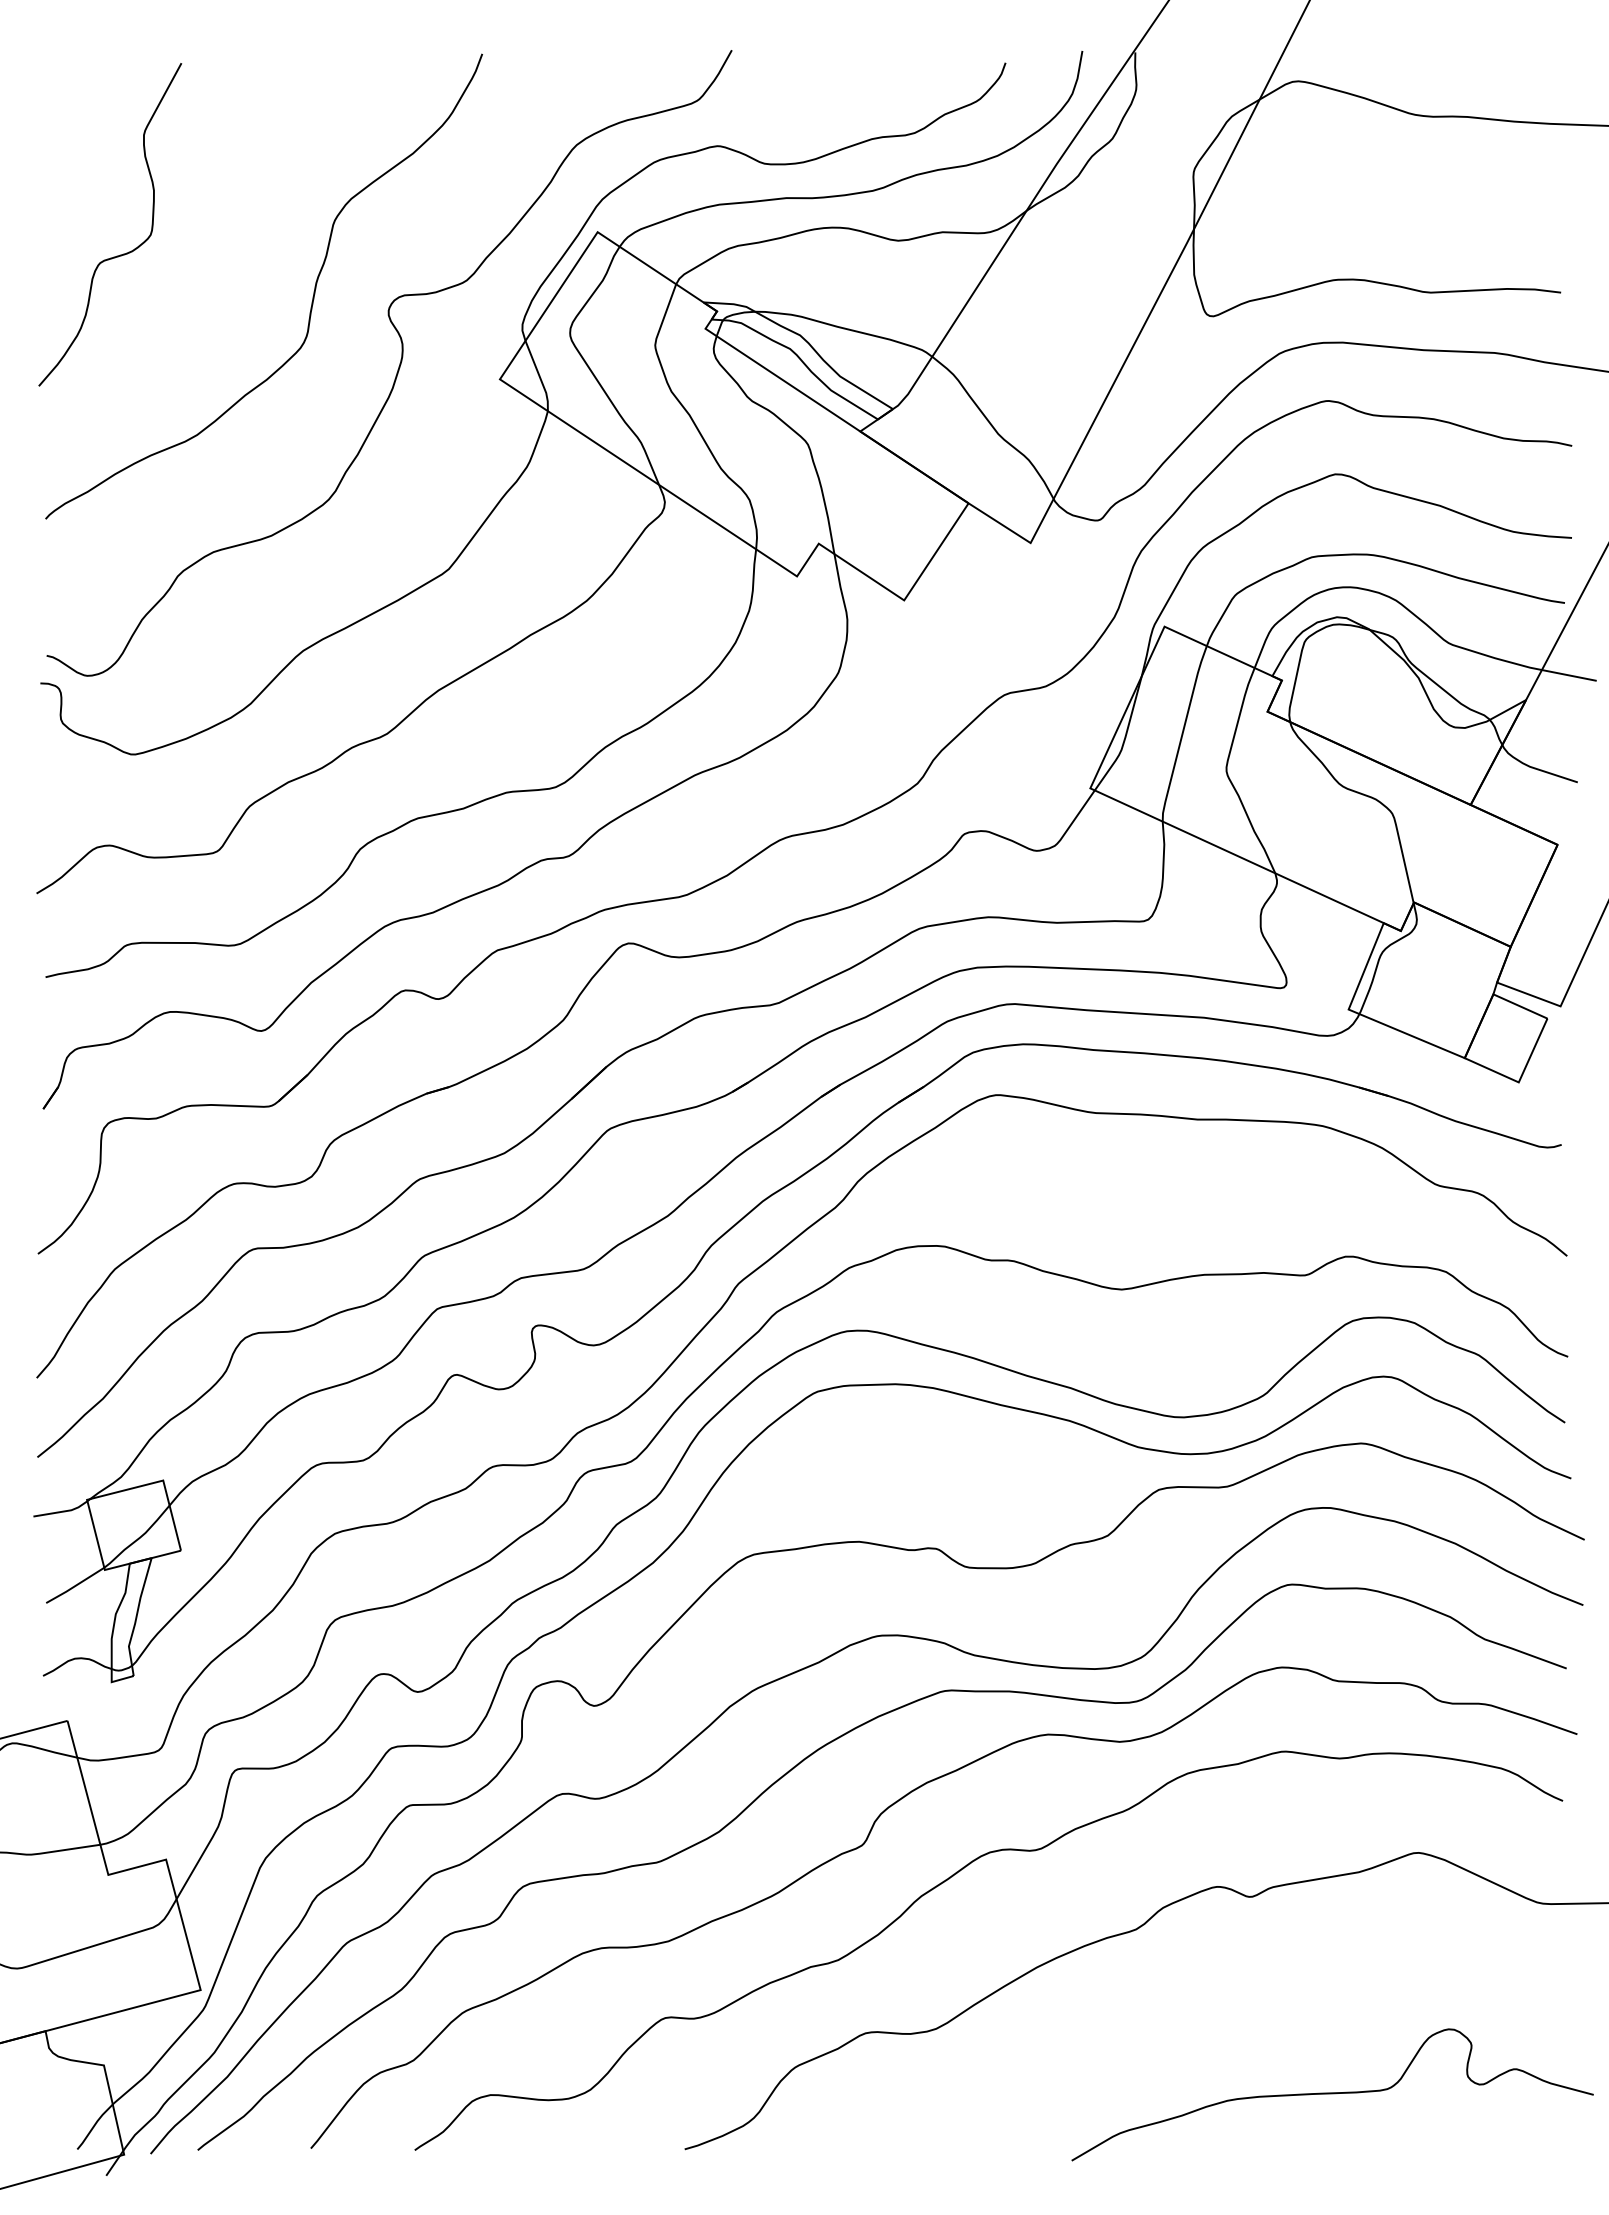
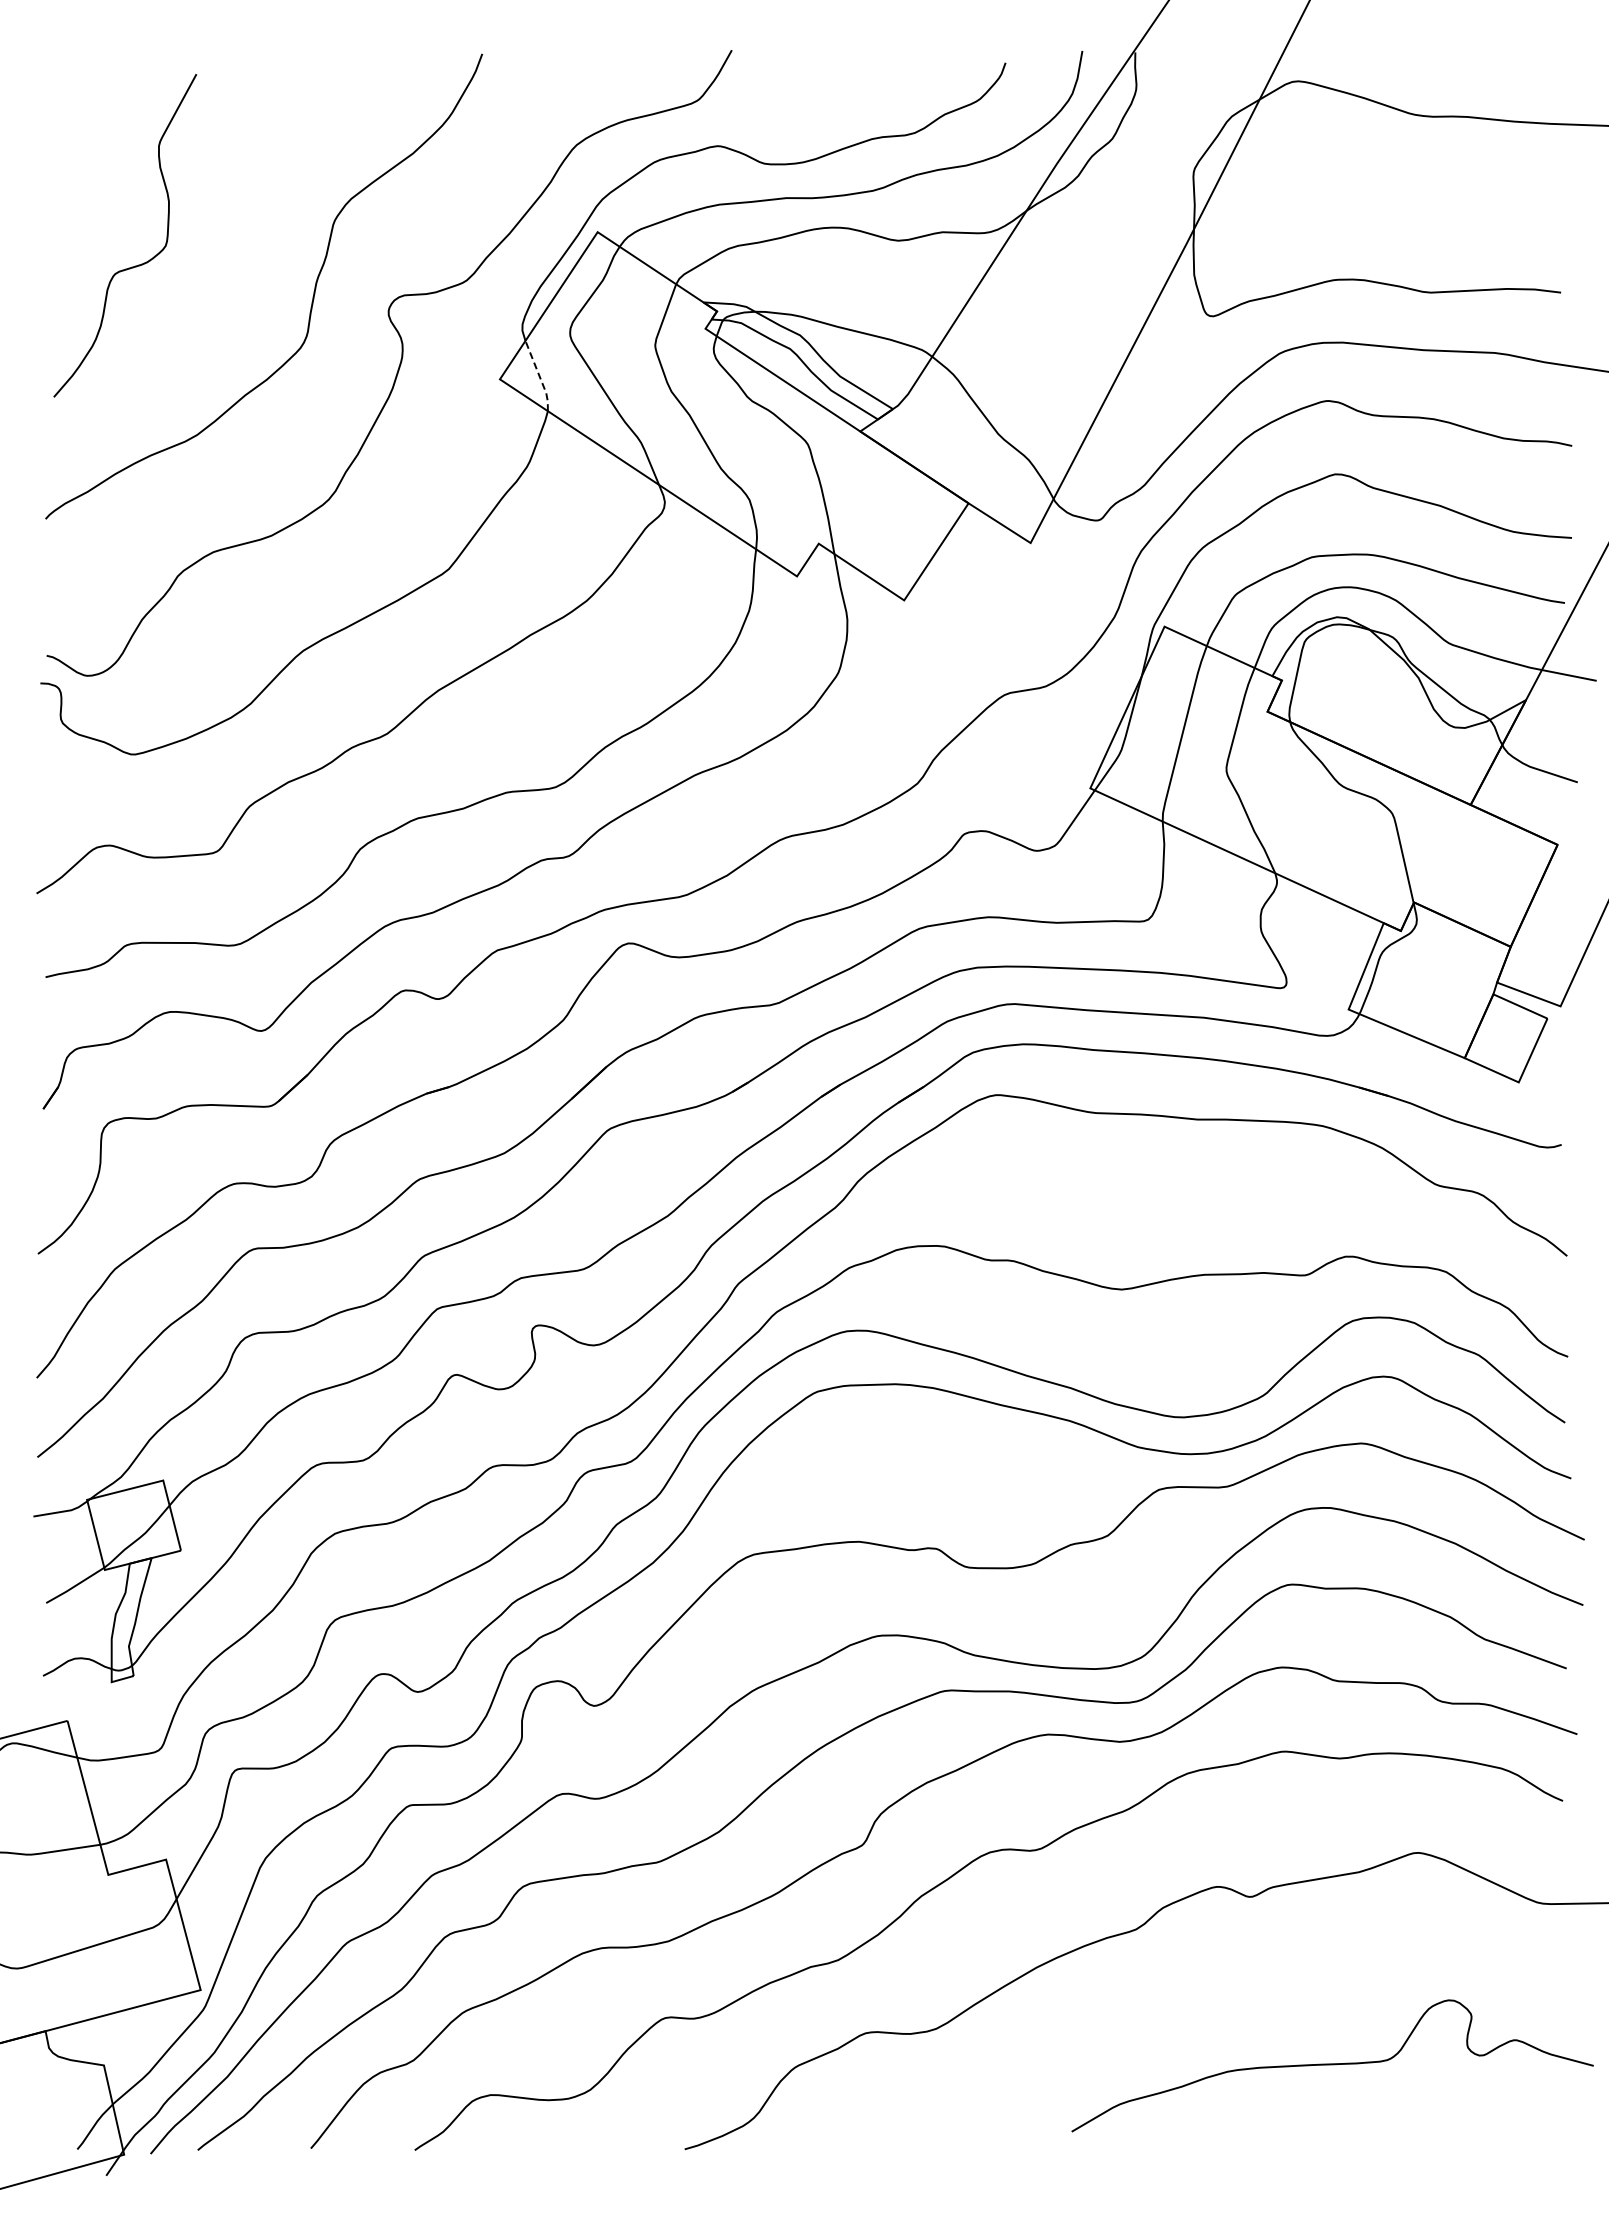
curve at (116, 255) position: (116, 255) -> (131, 266)
line at (539, 376): solid -> dashed
curve at (1332, 2094) position: (1332, 2094) -> (1332, 2065)
